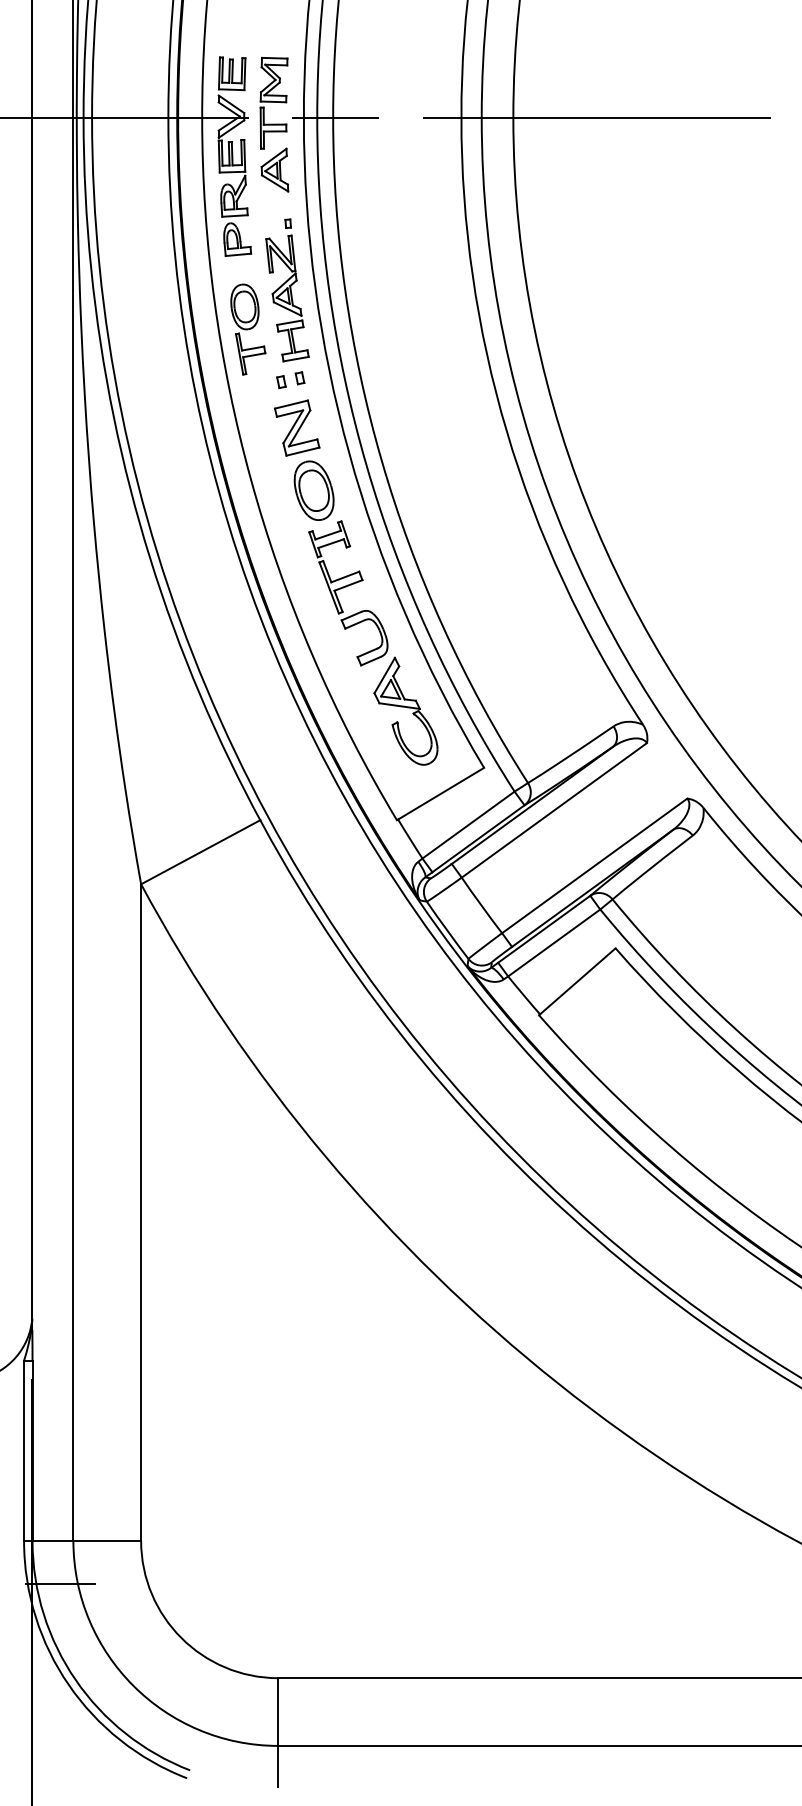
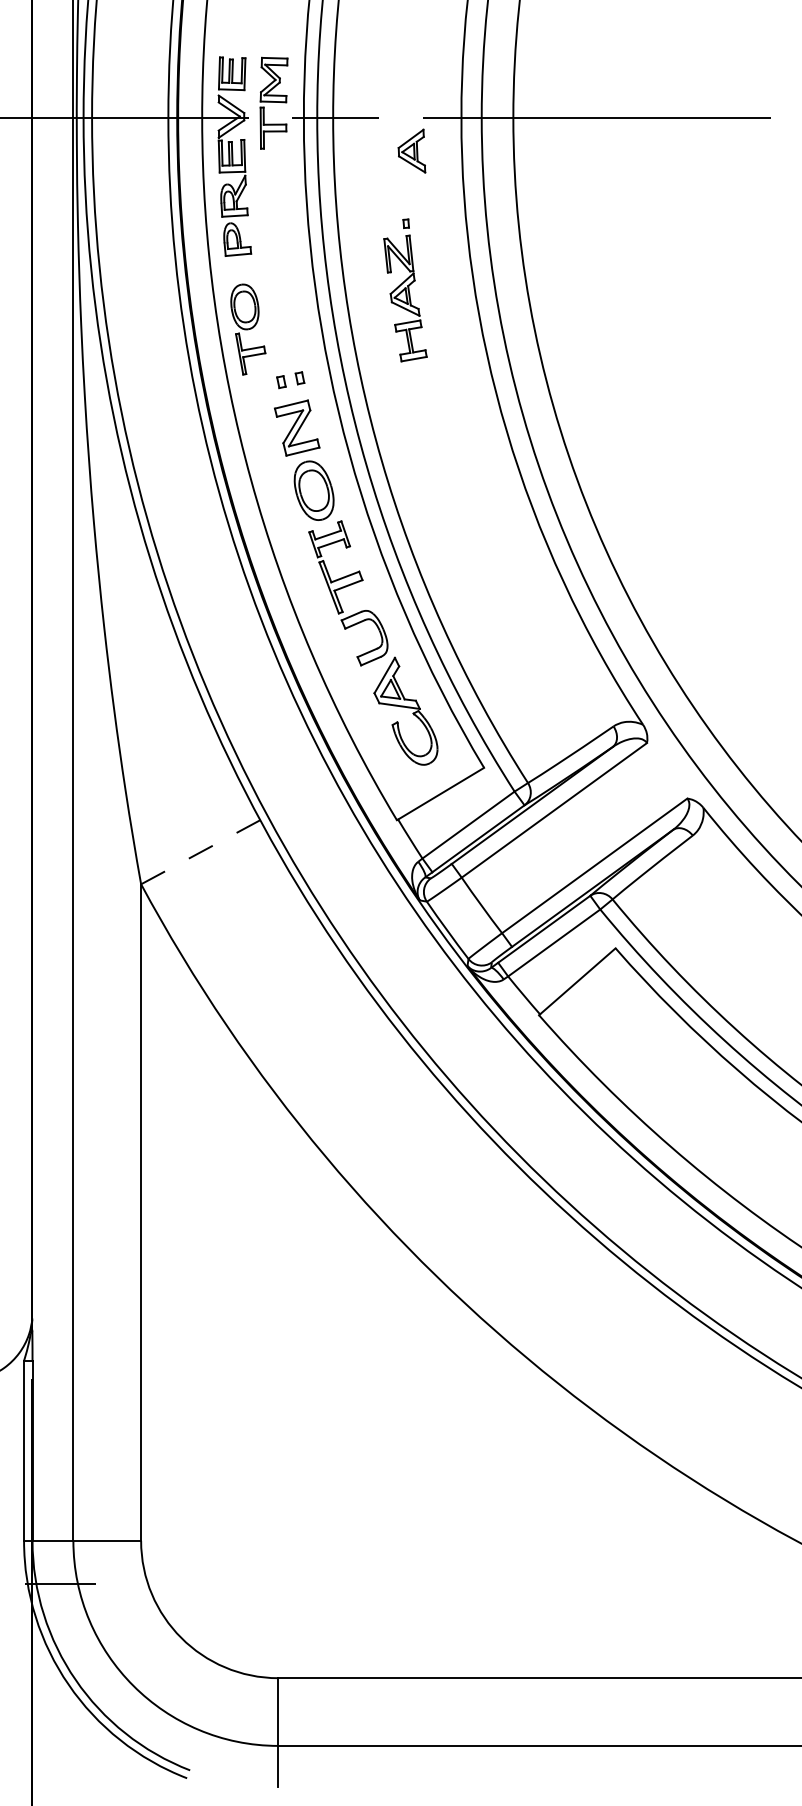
part at (274, 169) position: (274, 169) -> (411, 150)
part at (287, 290) position: (287, 290) -> (405, 290)
line at (200, 852): solid -> dashed
